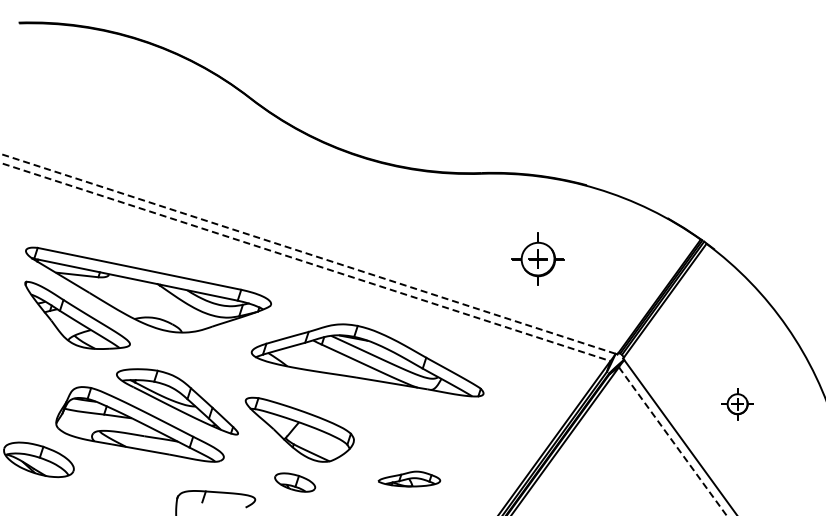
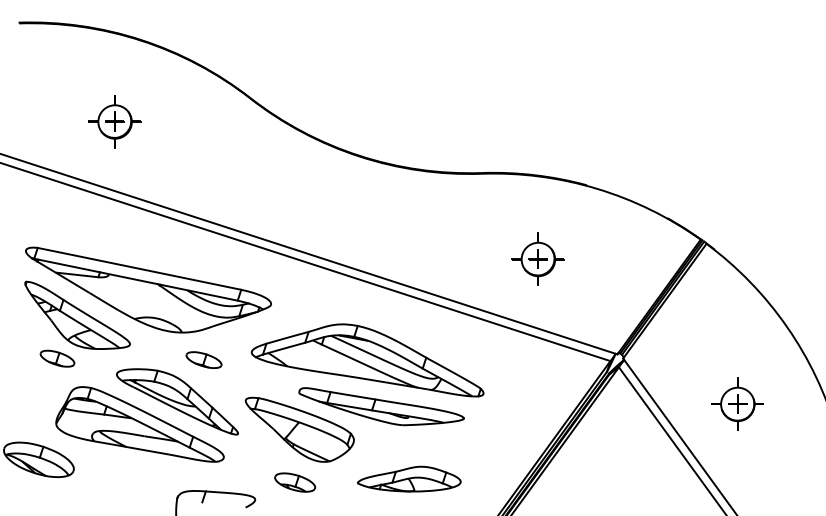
part at (114, 121): none -> present
line at (307, 253): dashed -> solid
line at (306, 262): dashed -> solid
part at (57, 358): none -> present
part at (203, 359): none -> present
part at (737, 404) size: 33x33 px -> 53x54 px
part at (381, 406): none -> present
line at (673, 441): dashed -> solid
part at (409, 478) size: 65x18 px -> 105x28 px
